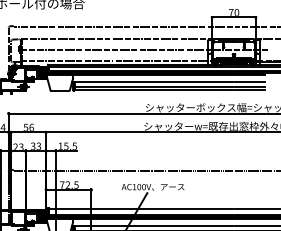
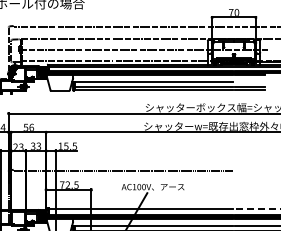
line at (249, 82): present -> none
line at (255, 170): present -> none
line at (257, 208): solid -> dashed
